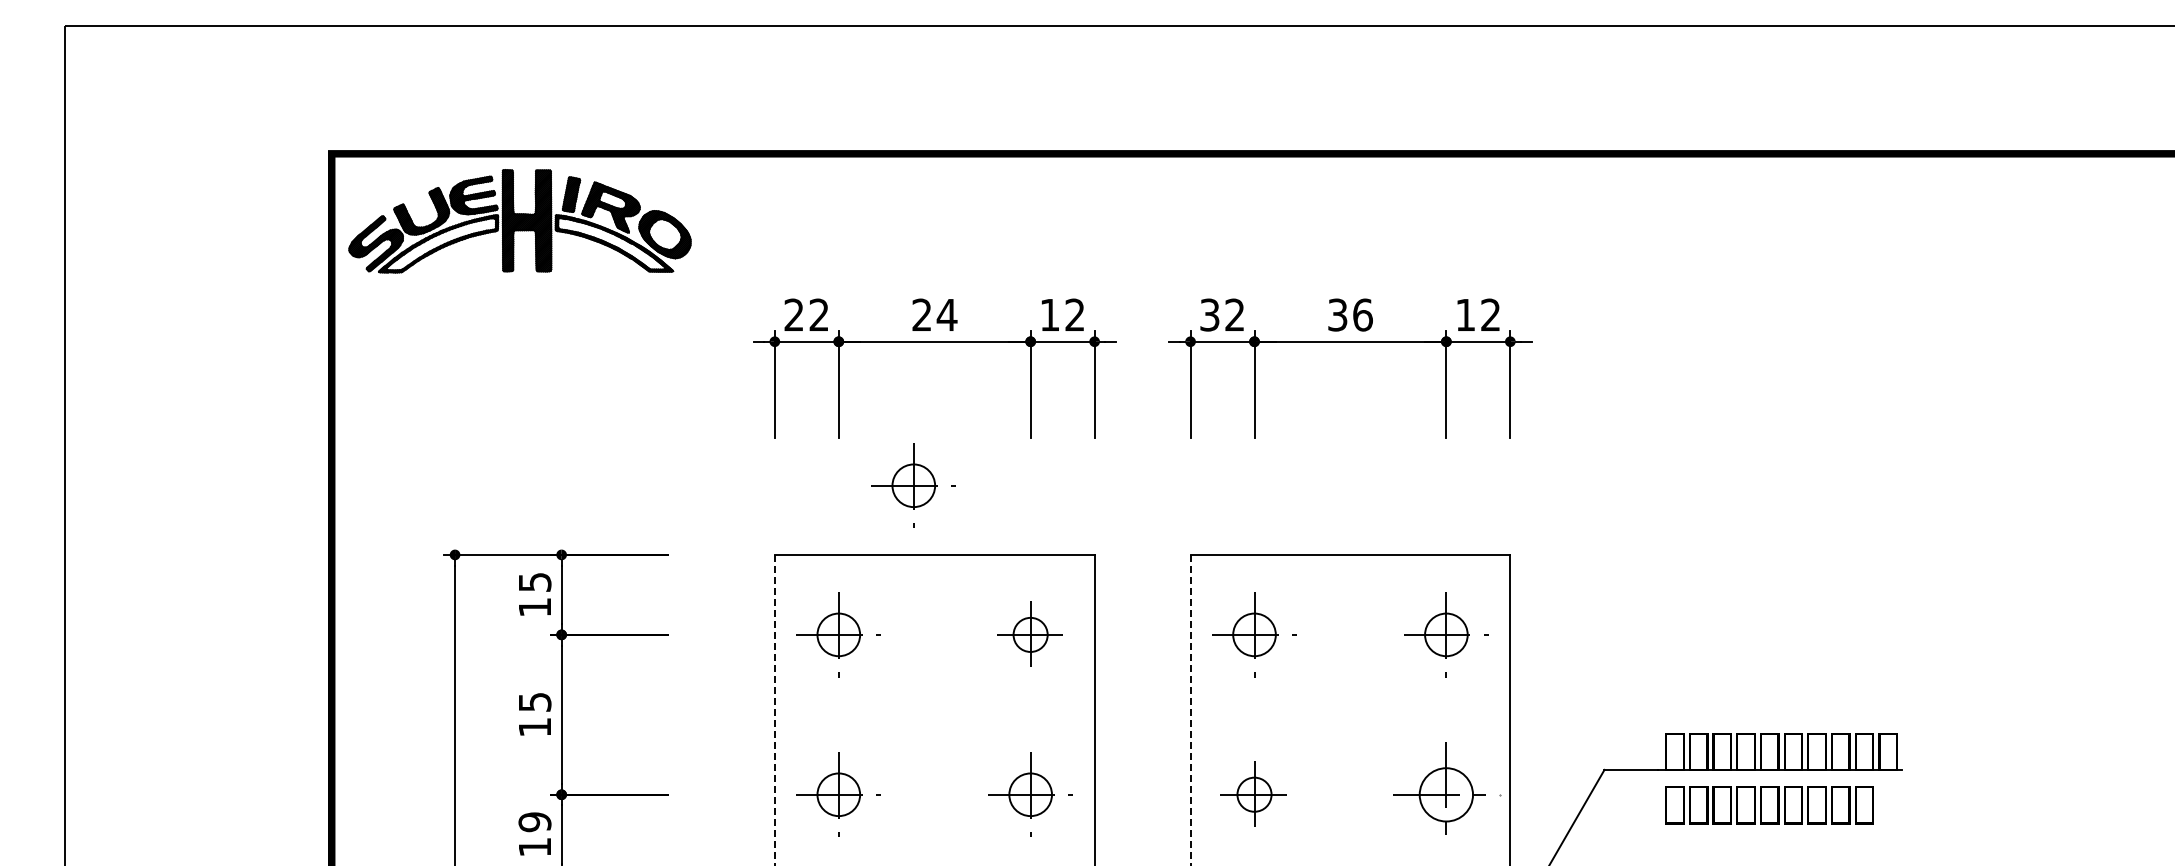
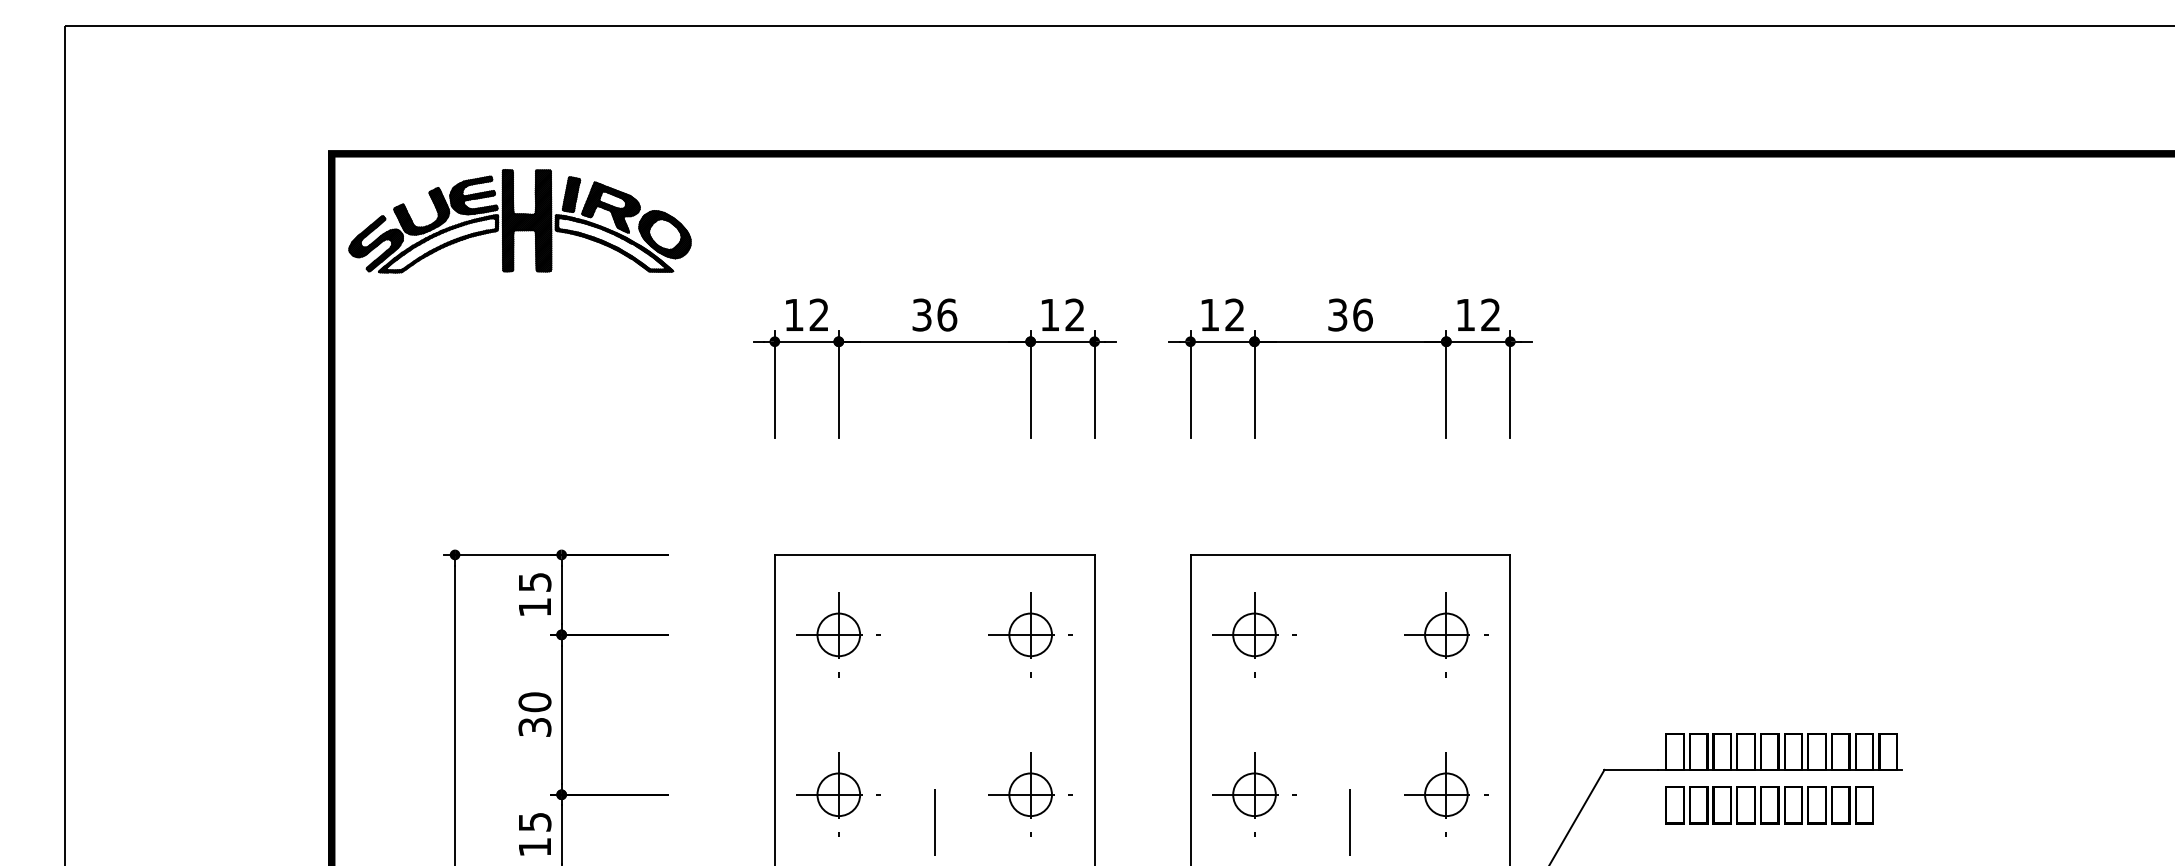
text at (793, 314): 22 -> 12
text at (934, 314): 24 -> 36
text at (1209, 314): 32 -> 12
part at (913, 485): present -> none
part at (1029, 633) size: 66x66 px -> 85x86 px
line at (774, 710): dashed -> solid
line at (1190, 710): dashed -> solid
text at (534, 714): 15 -> 30
part at (1447, 788) size: 109x93 px -> 85x85 px
part at (1253, 793) size: 67x66 px -> 85x85 px
text at (534, 822): 19 -> 15
line at (934, 825): none -> present
line at (1350, 825): none -> present
